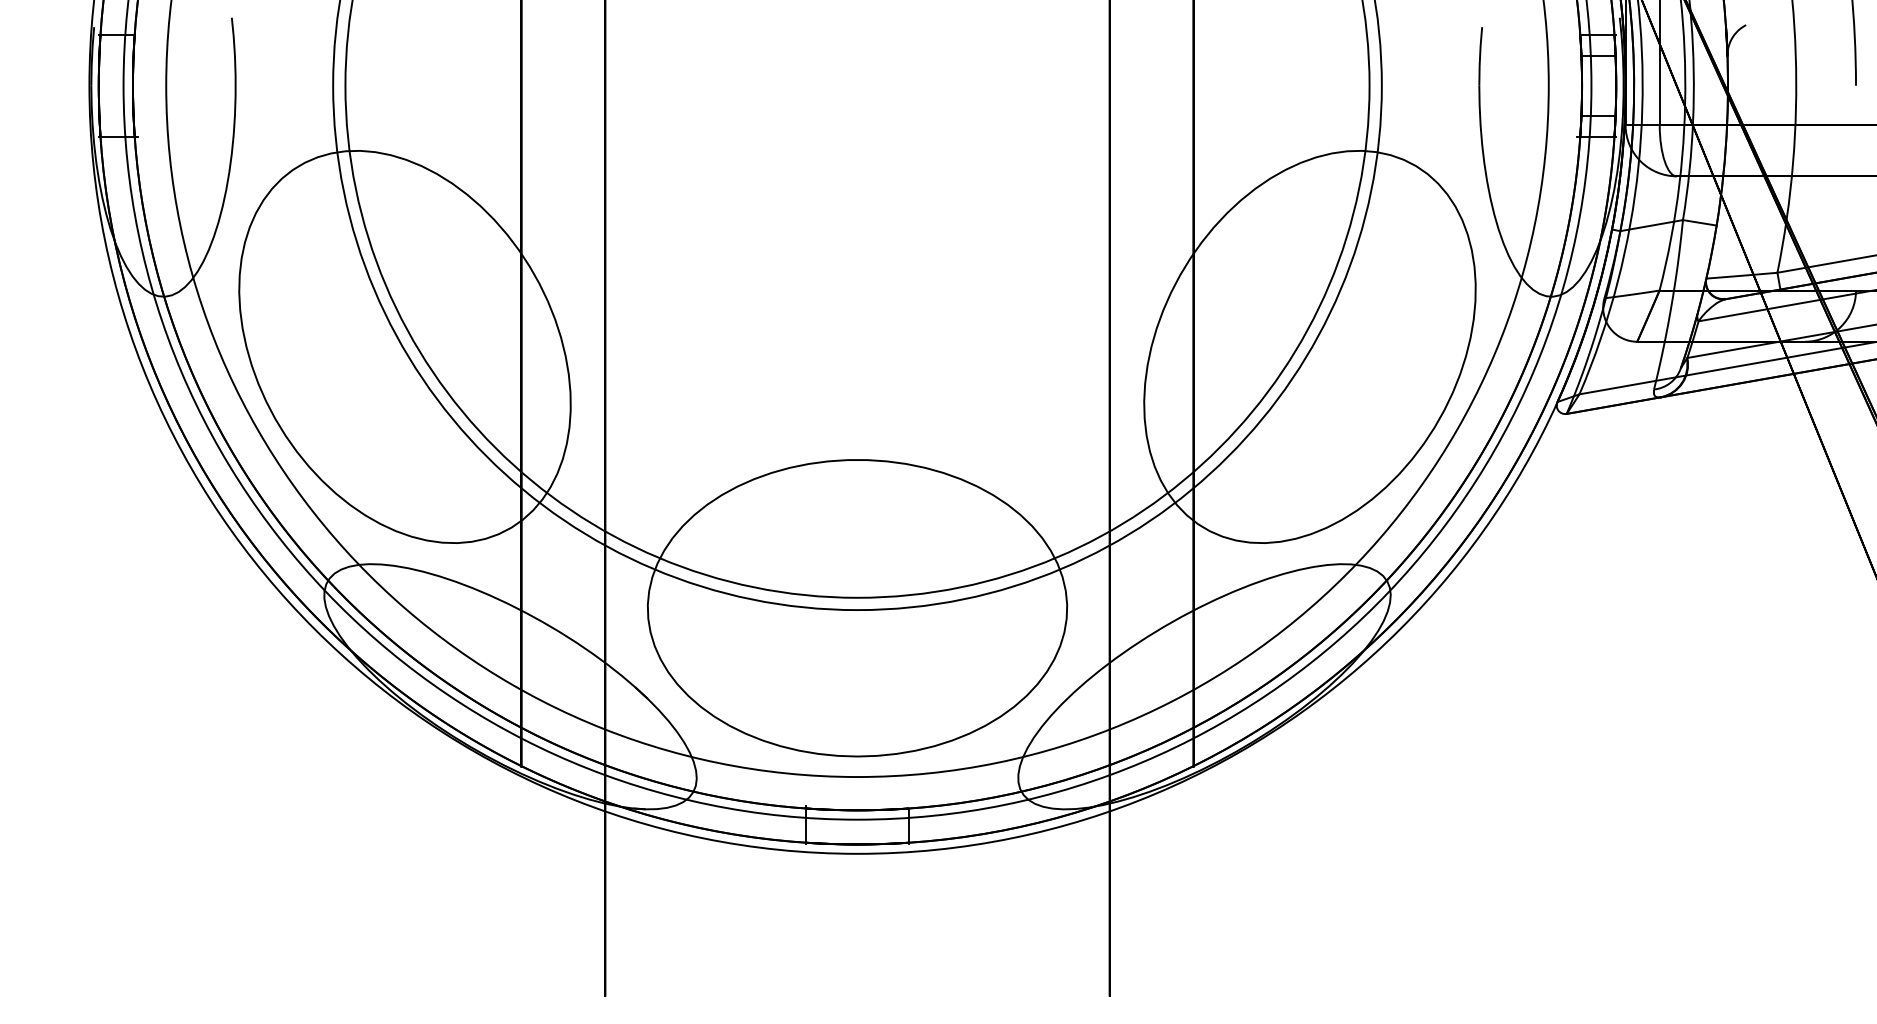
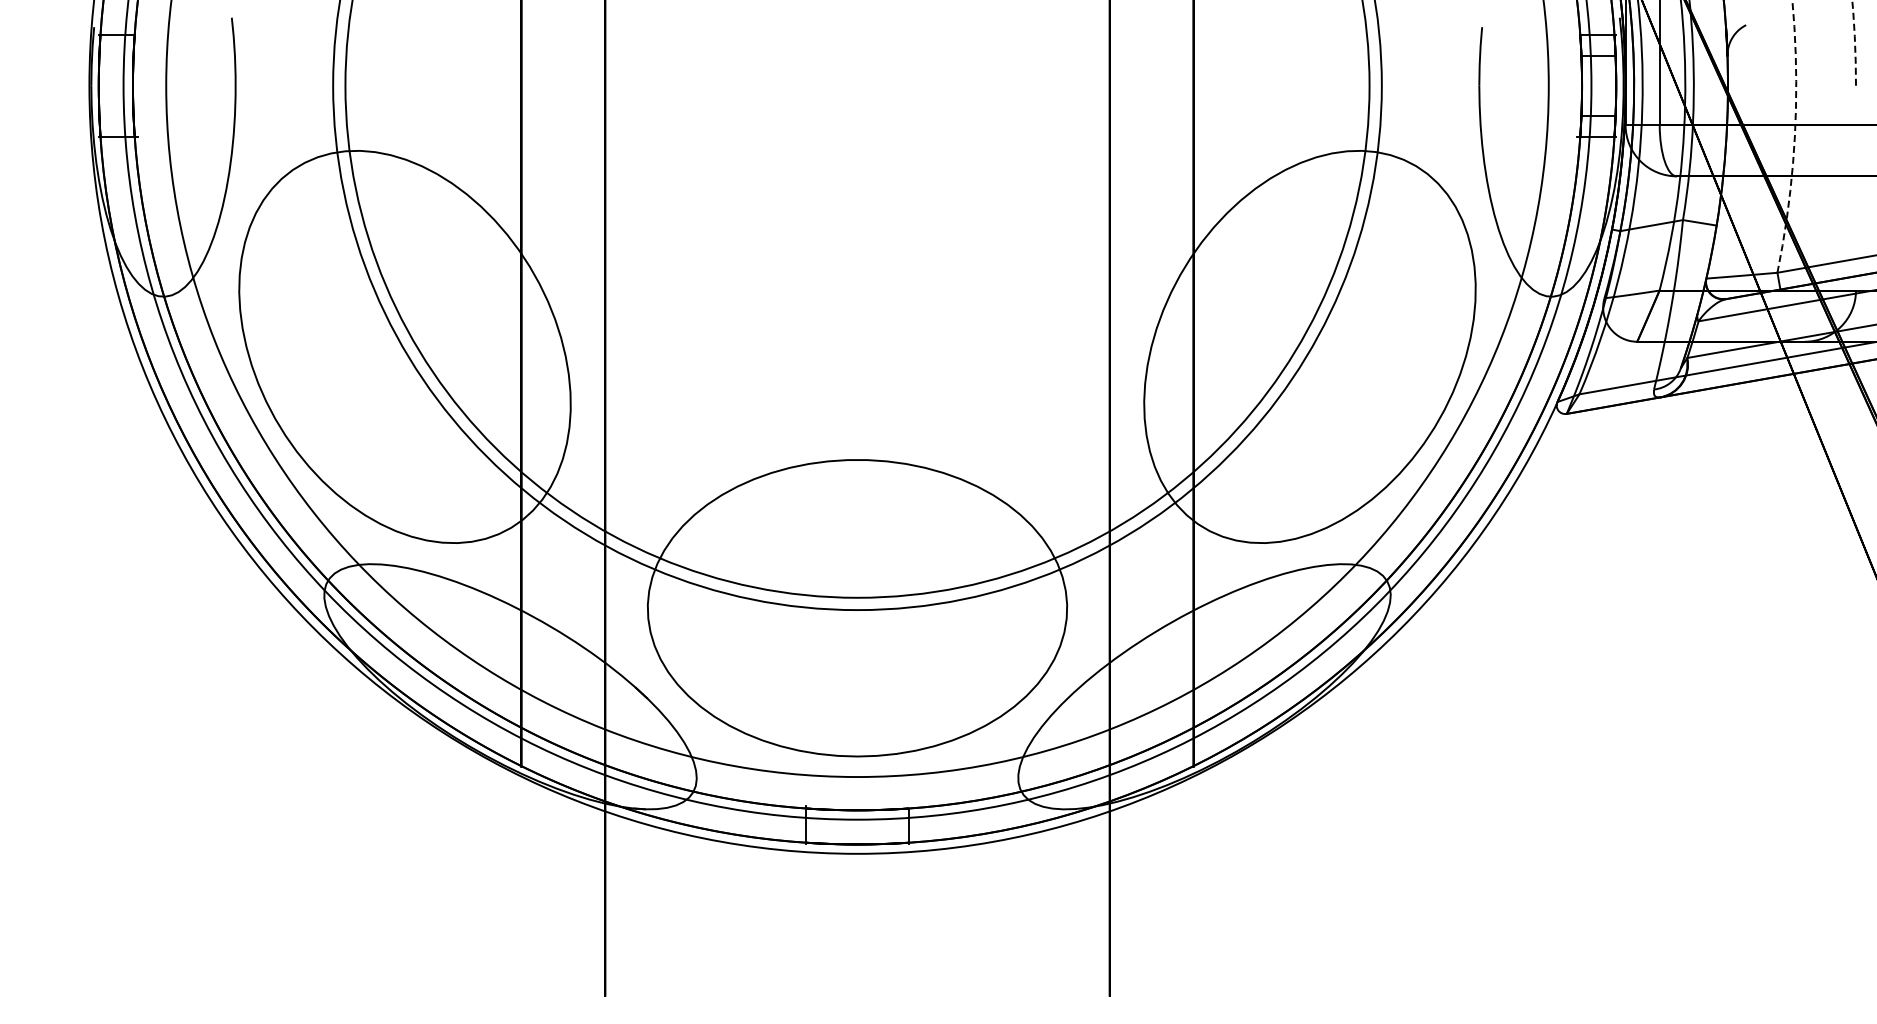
arc at (1855, 42): solid -> dashed
arc at (1794, 135): solid -> dashed
